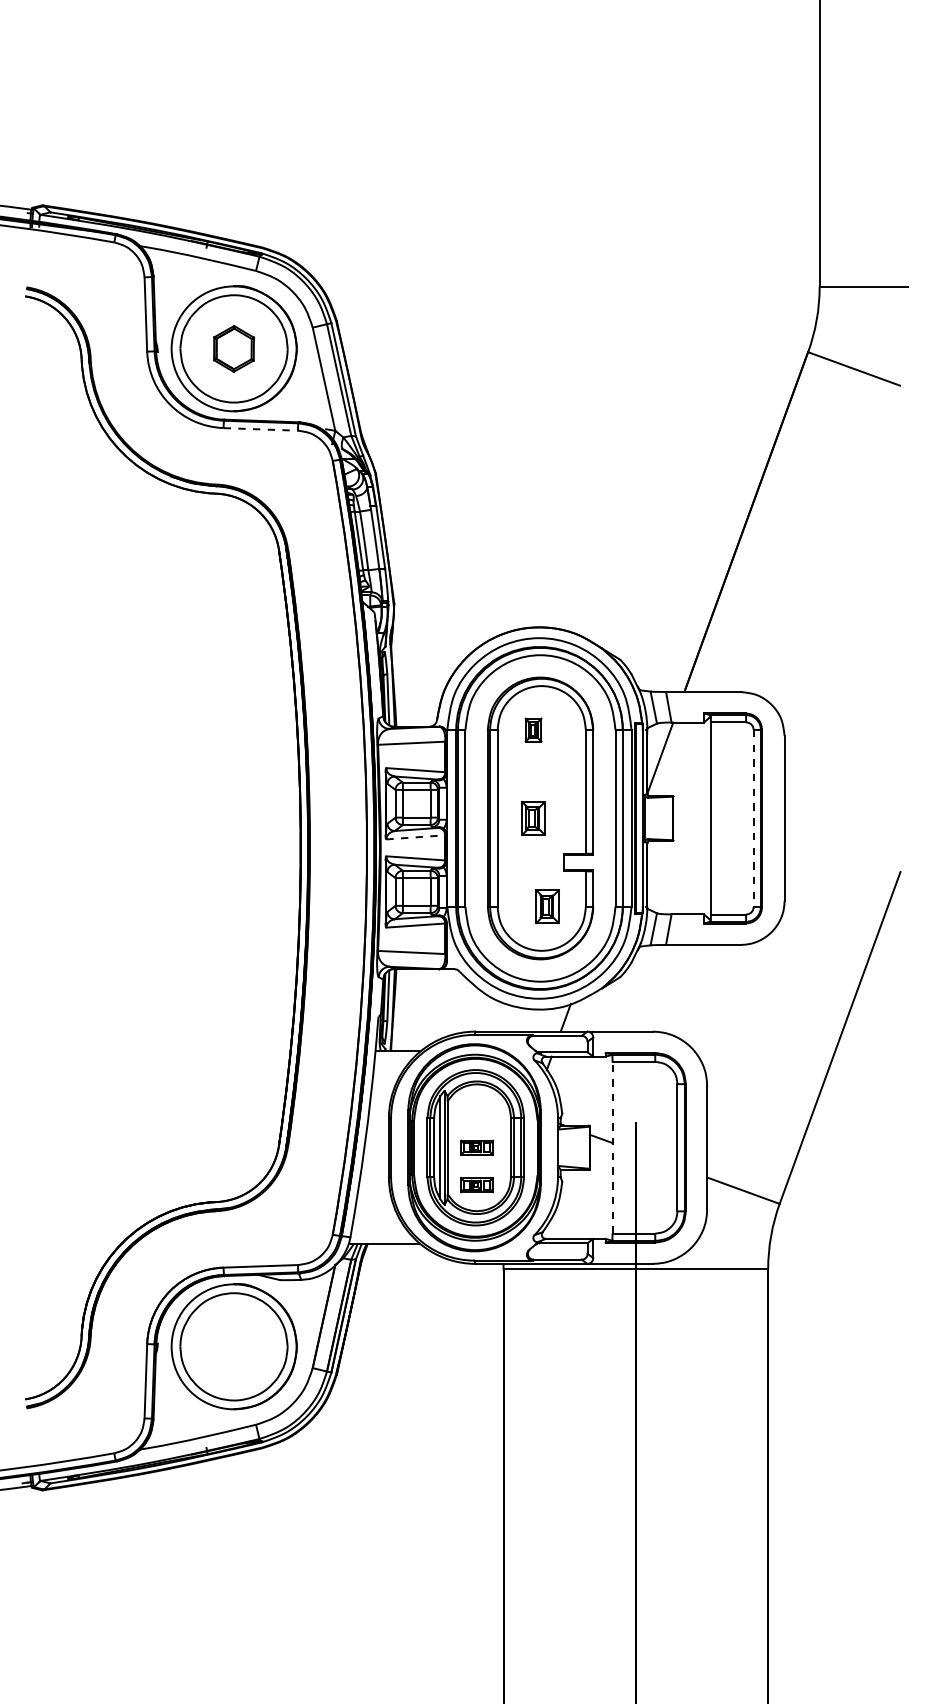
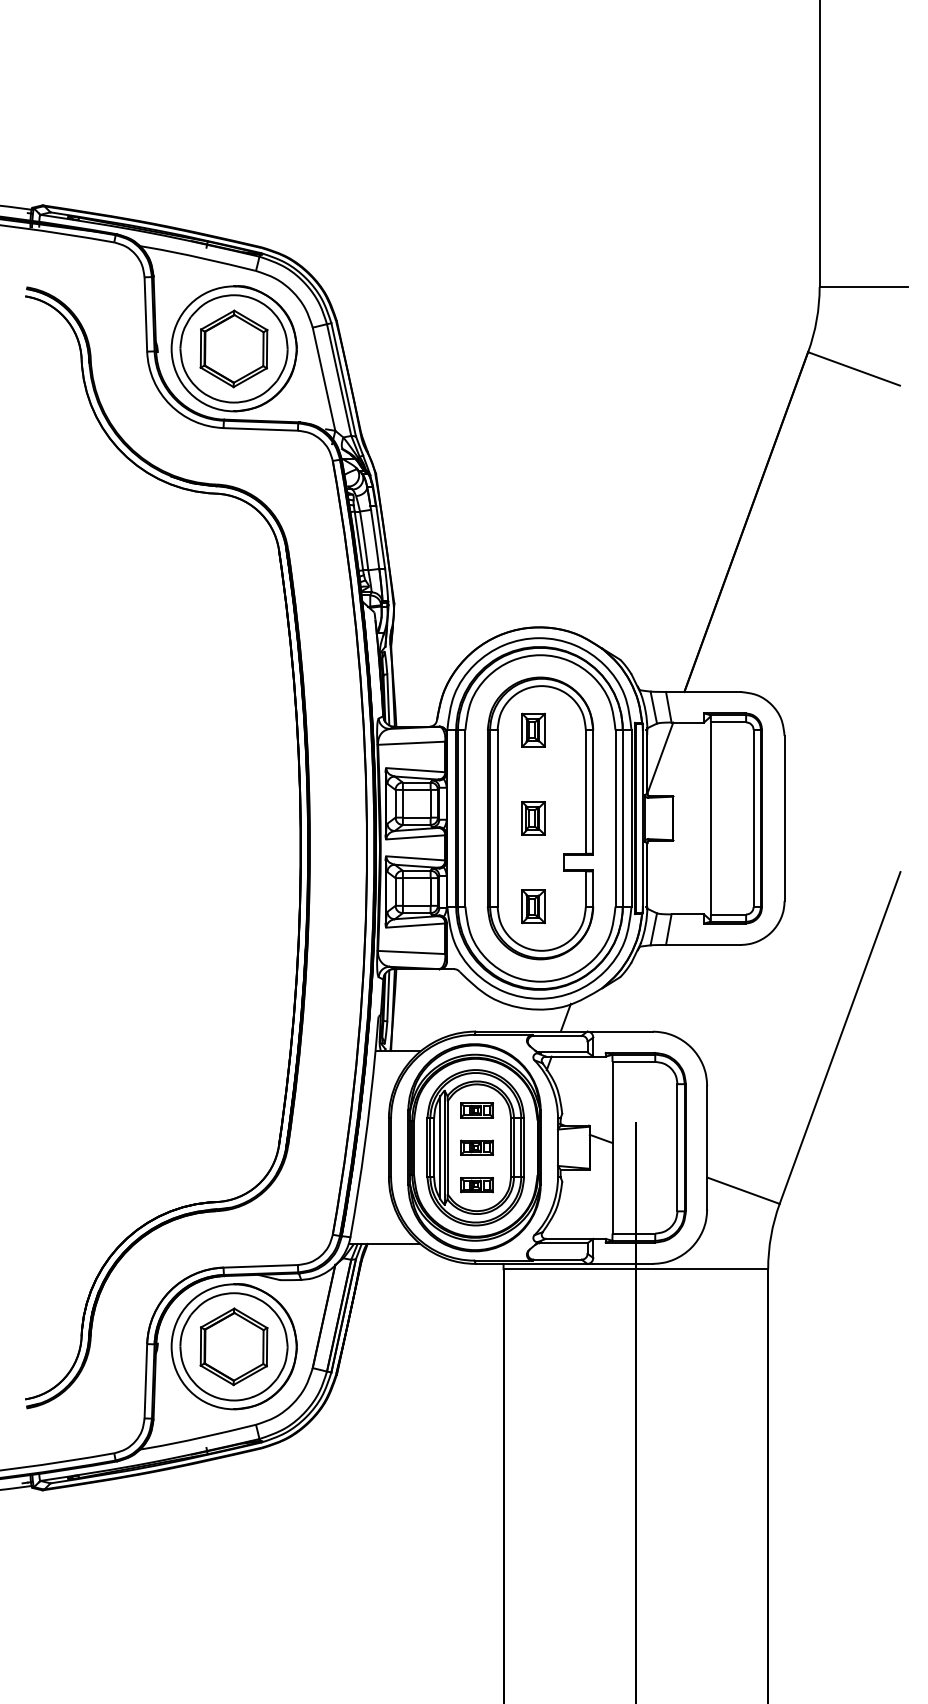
part at (234, 348) size: 43x49 px -> 70x80 px
line at (261, 429): dashed -> solid
part at (533, 729) size: 19x26 px -> 25x36 px
line at (753, 818): dashed -> solid
line at (415, 837): dashed -> solid
part at (547, 906) position: (547, 906) -> (533, 906)
part at (476, 1110): none -> present
line at (612, 1147): dashed -> solid
part at (233, 1346): none -> present
